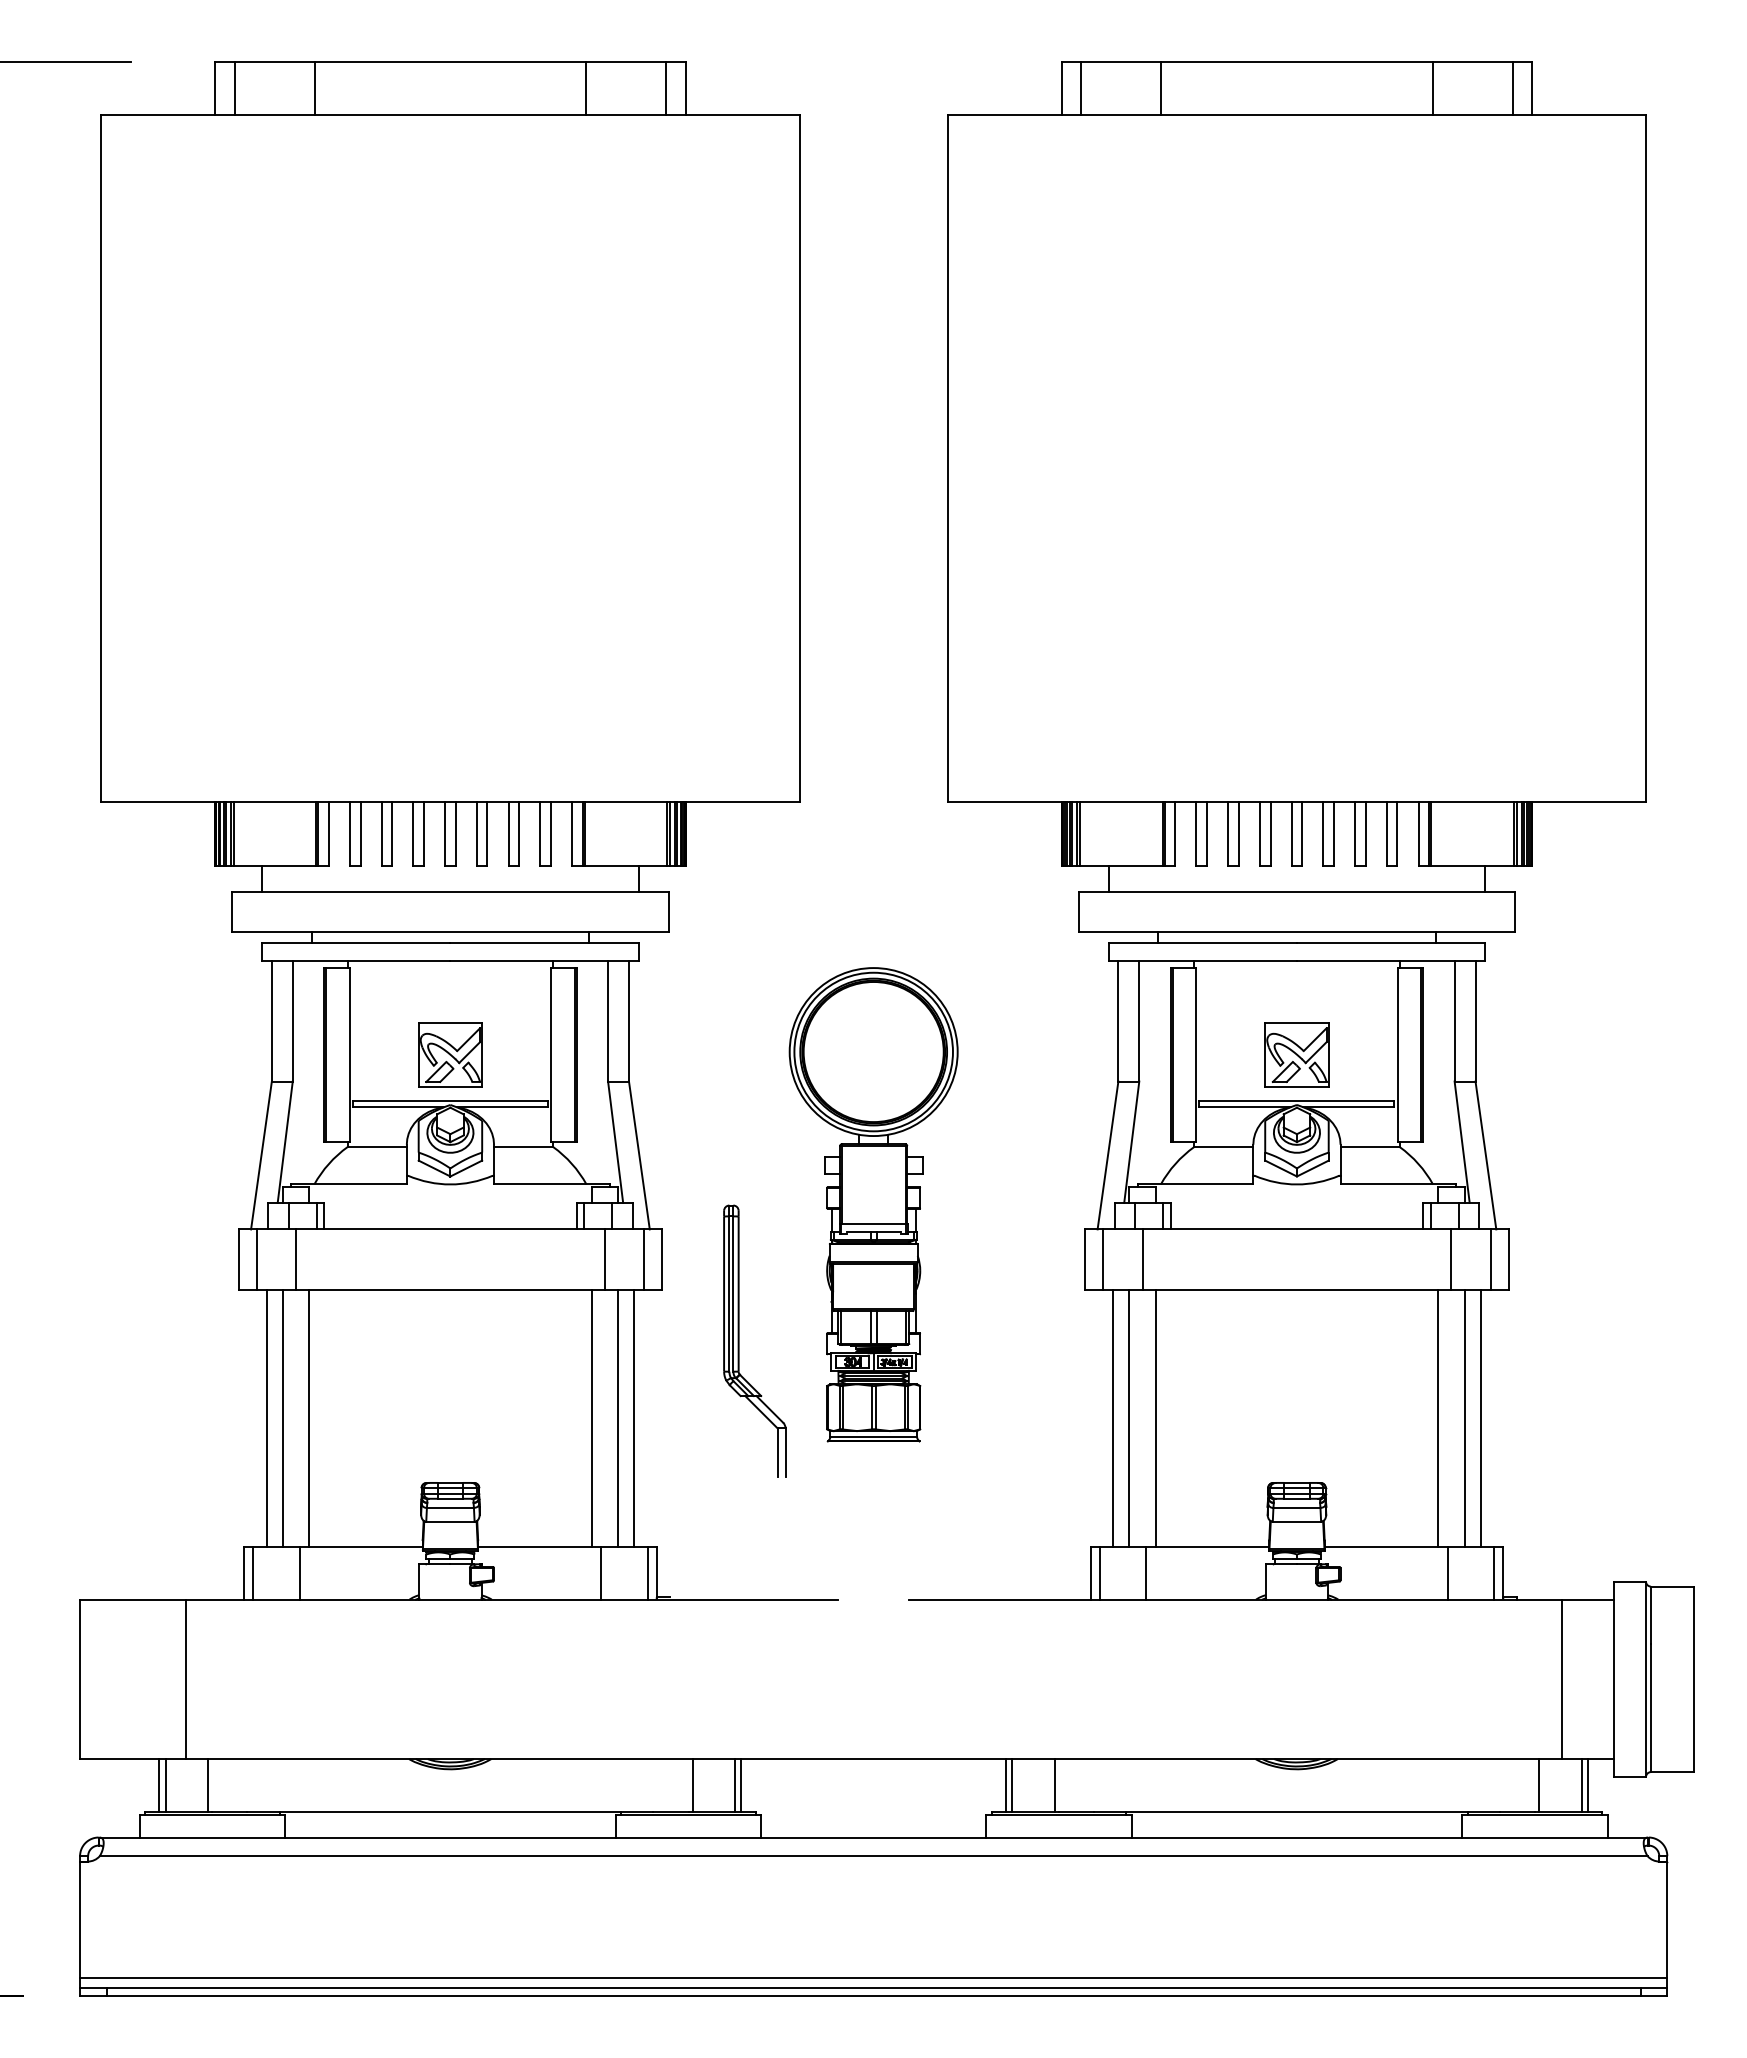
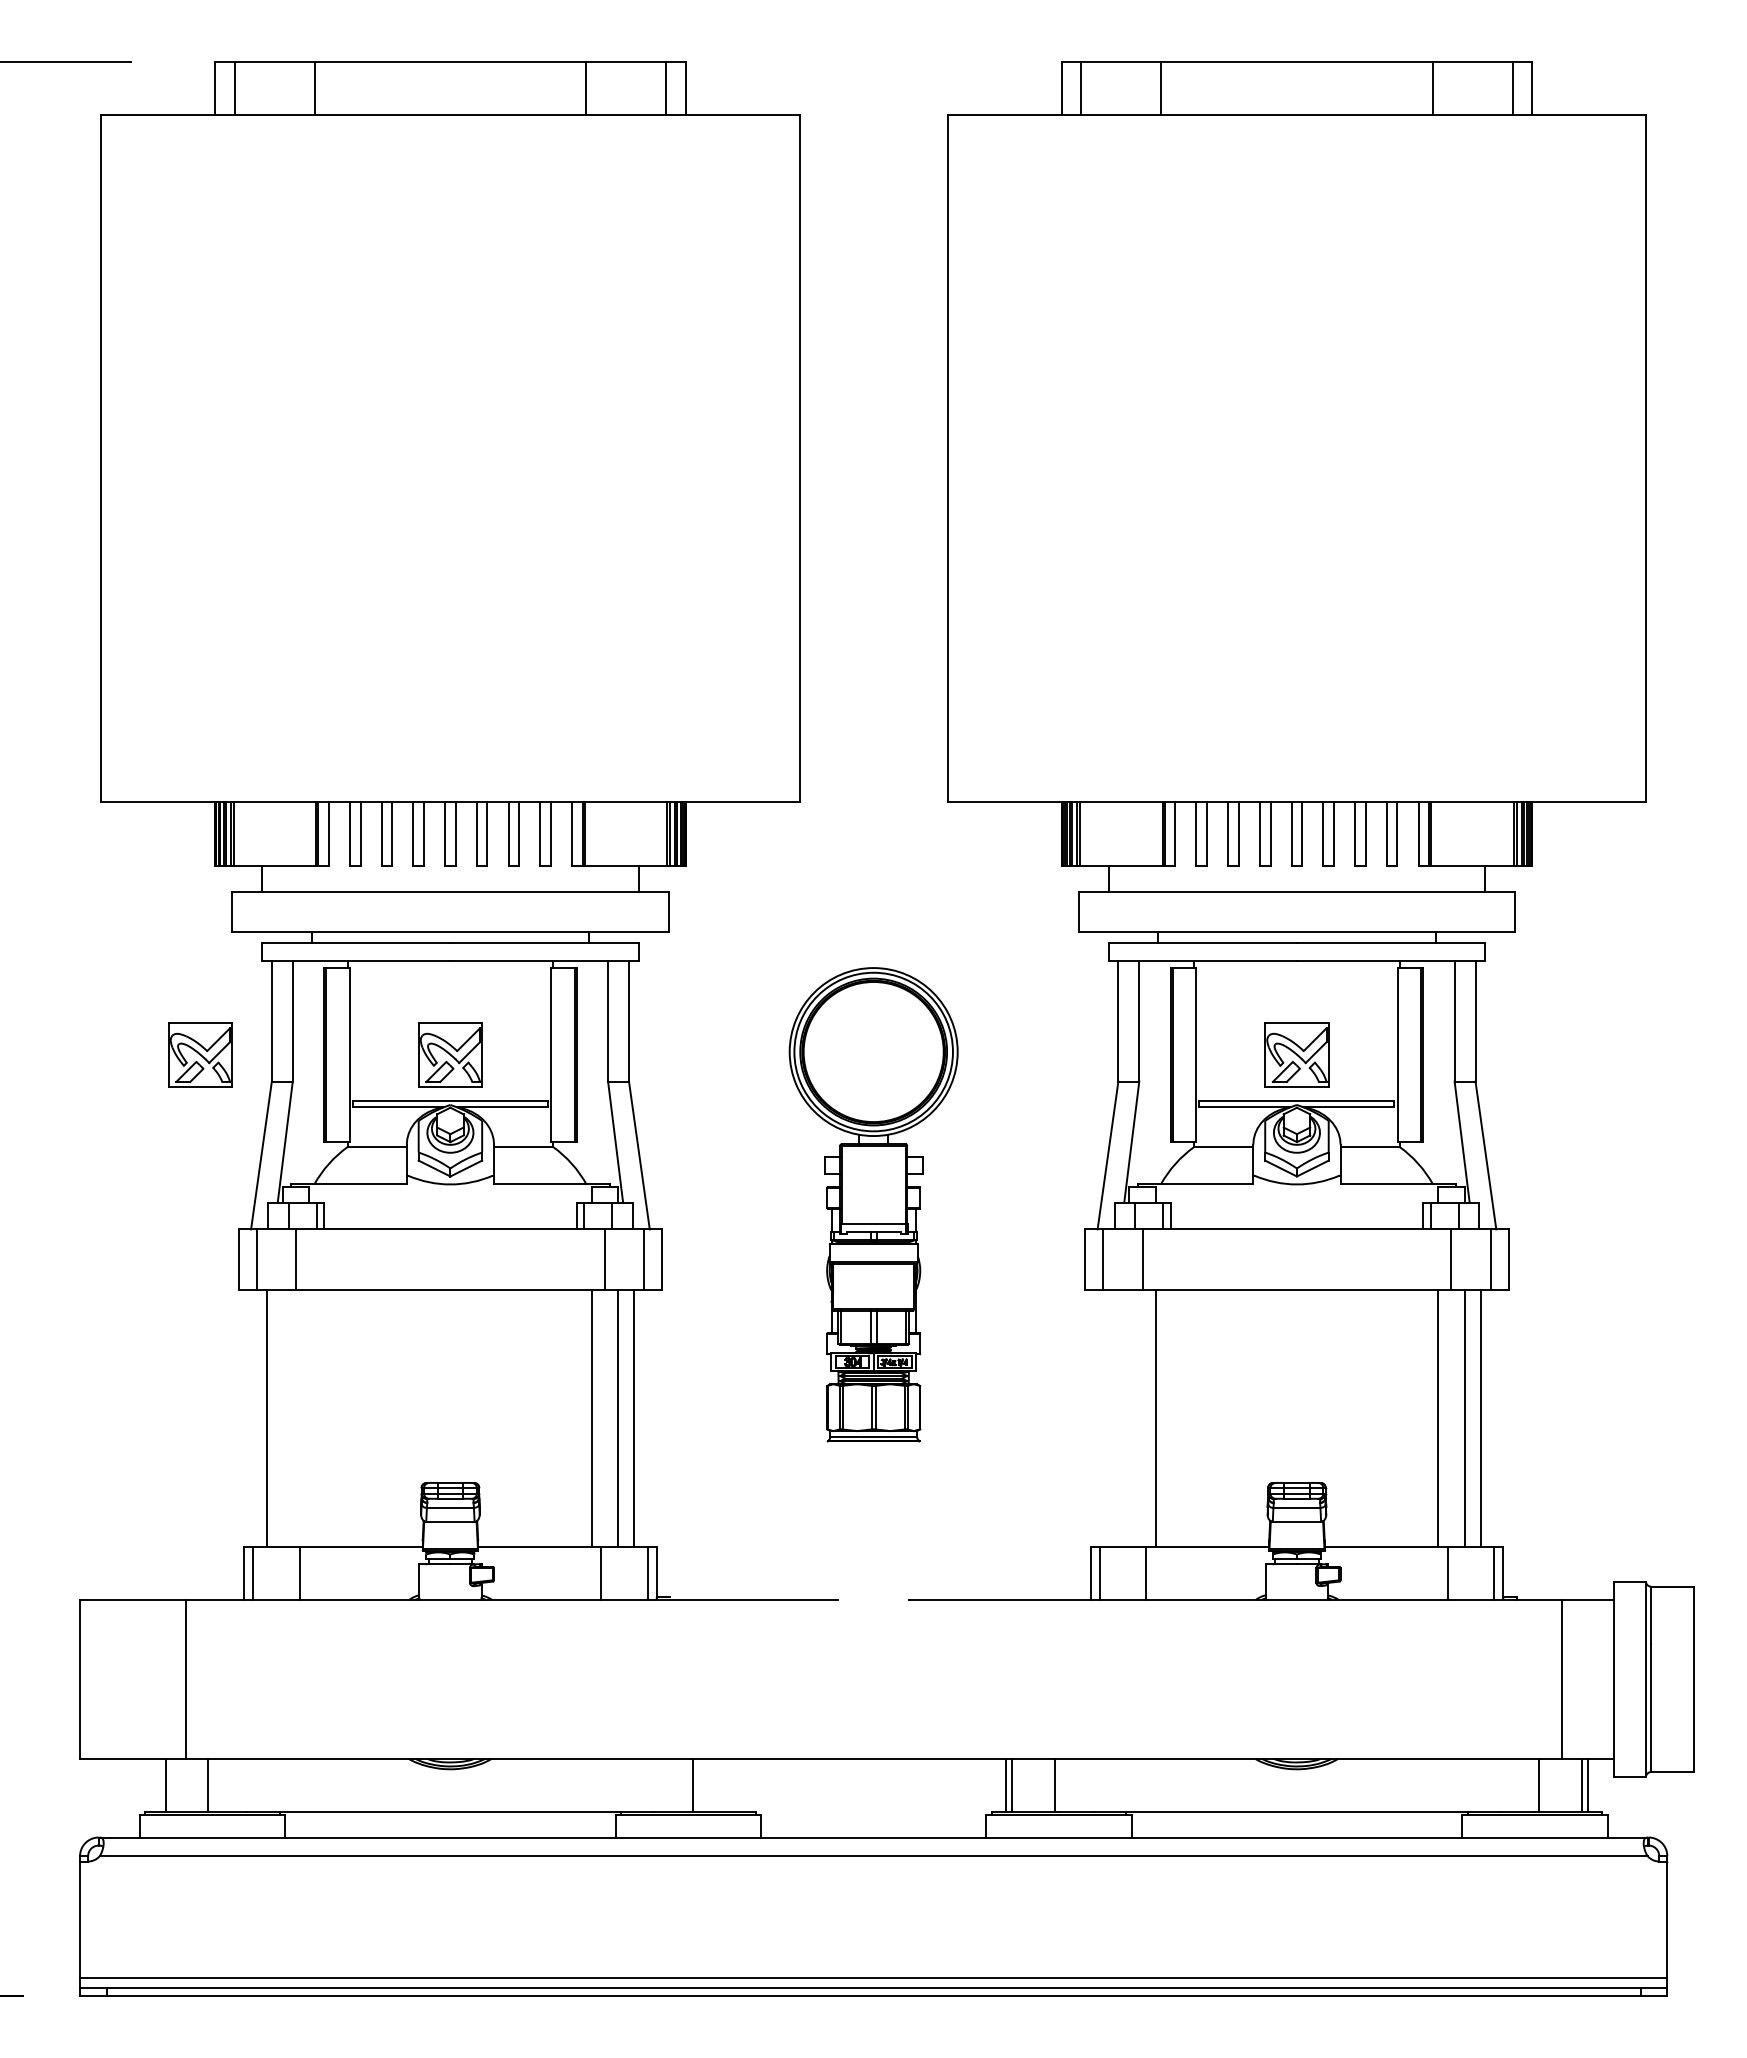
part at (200, 1054): none -> present
part at (739, 1340): present -> none
line at (282, 1418): present -> none
line at (309, 1418): present -> none
line at (1113, 1418): present -> none
line at (1129, 1418): present -> none
line at (159, 1785): present -> none
line at (735, 1785): present -> none
line at (741, 1785): present -> none
